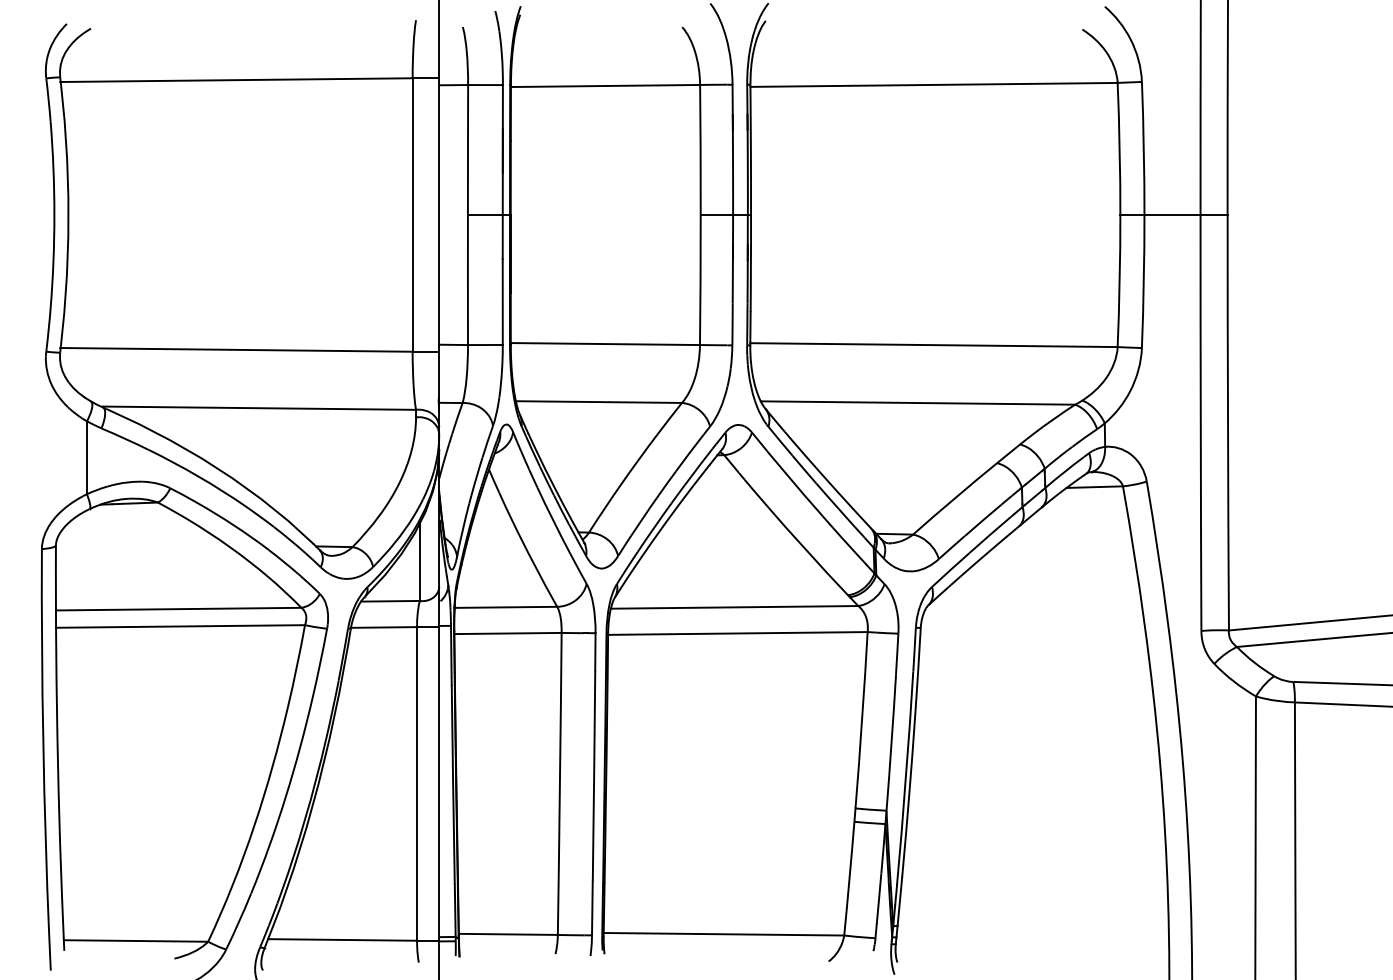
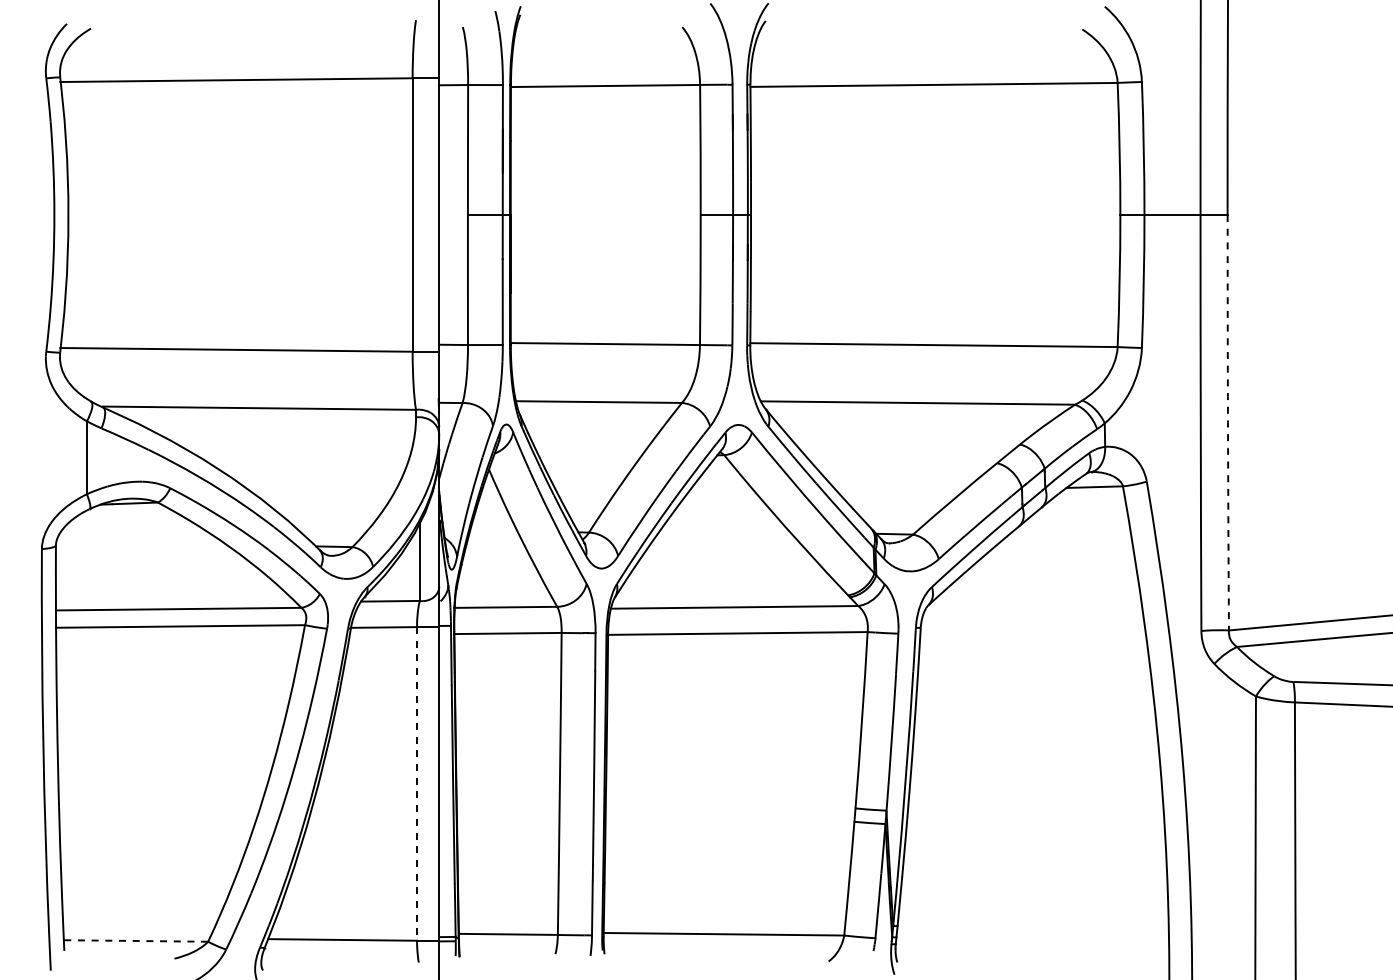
arc at (1227, 422): solid -> dashed
line at (417, 783): solid -> dashed
line at (135, 940): solid -> dashed
